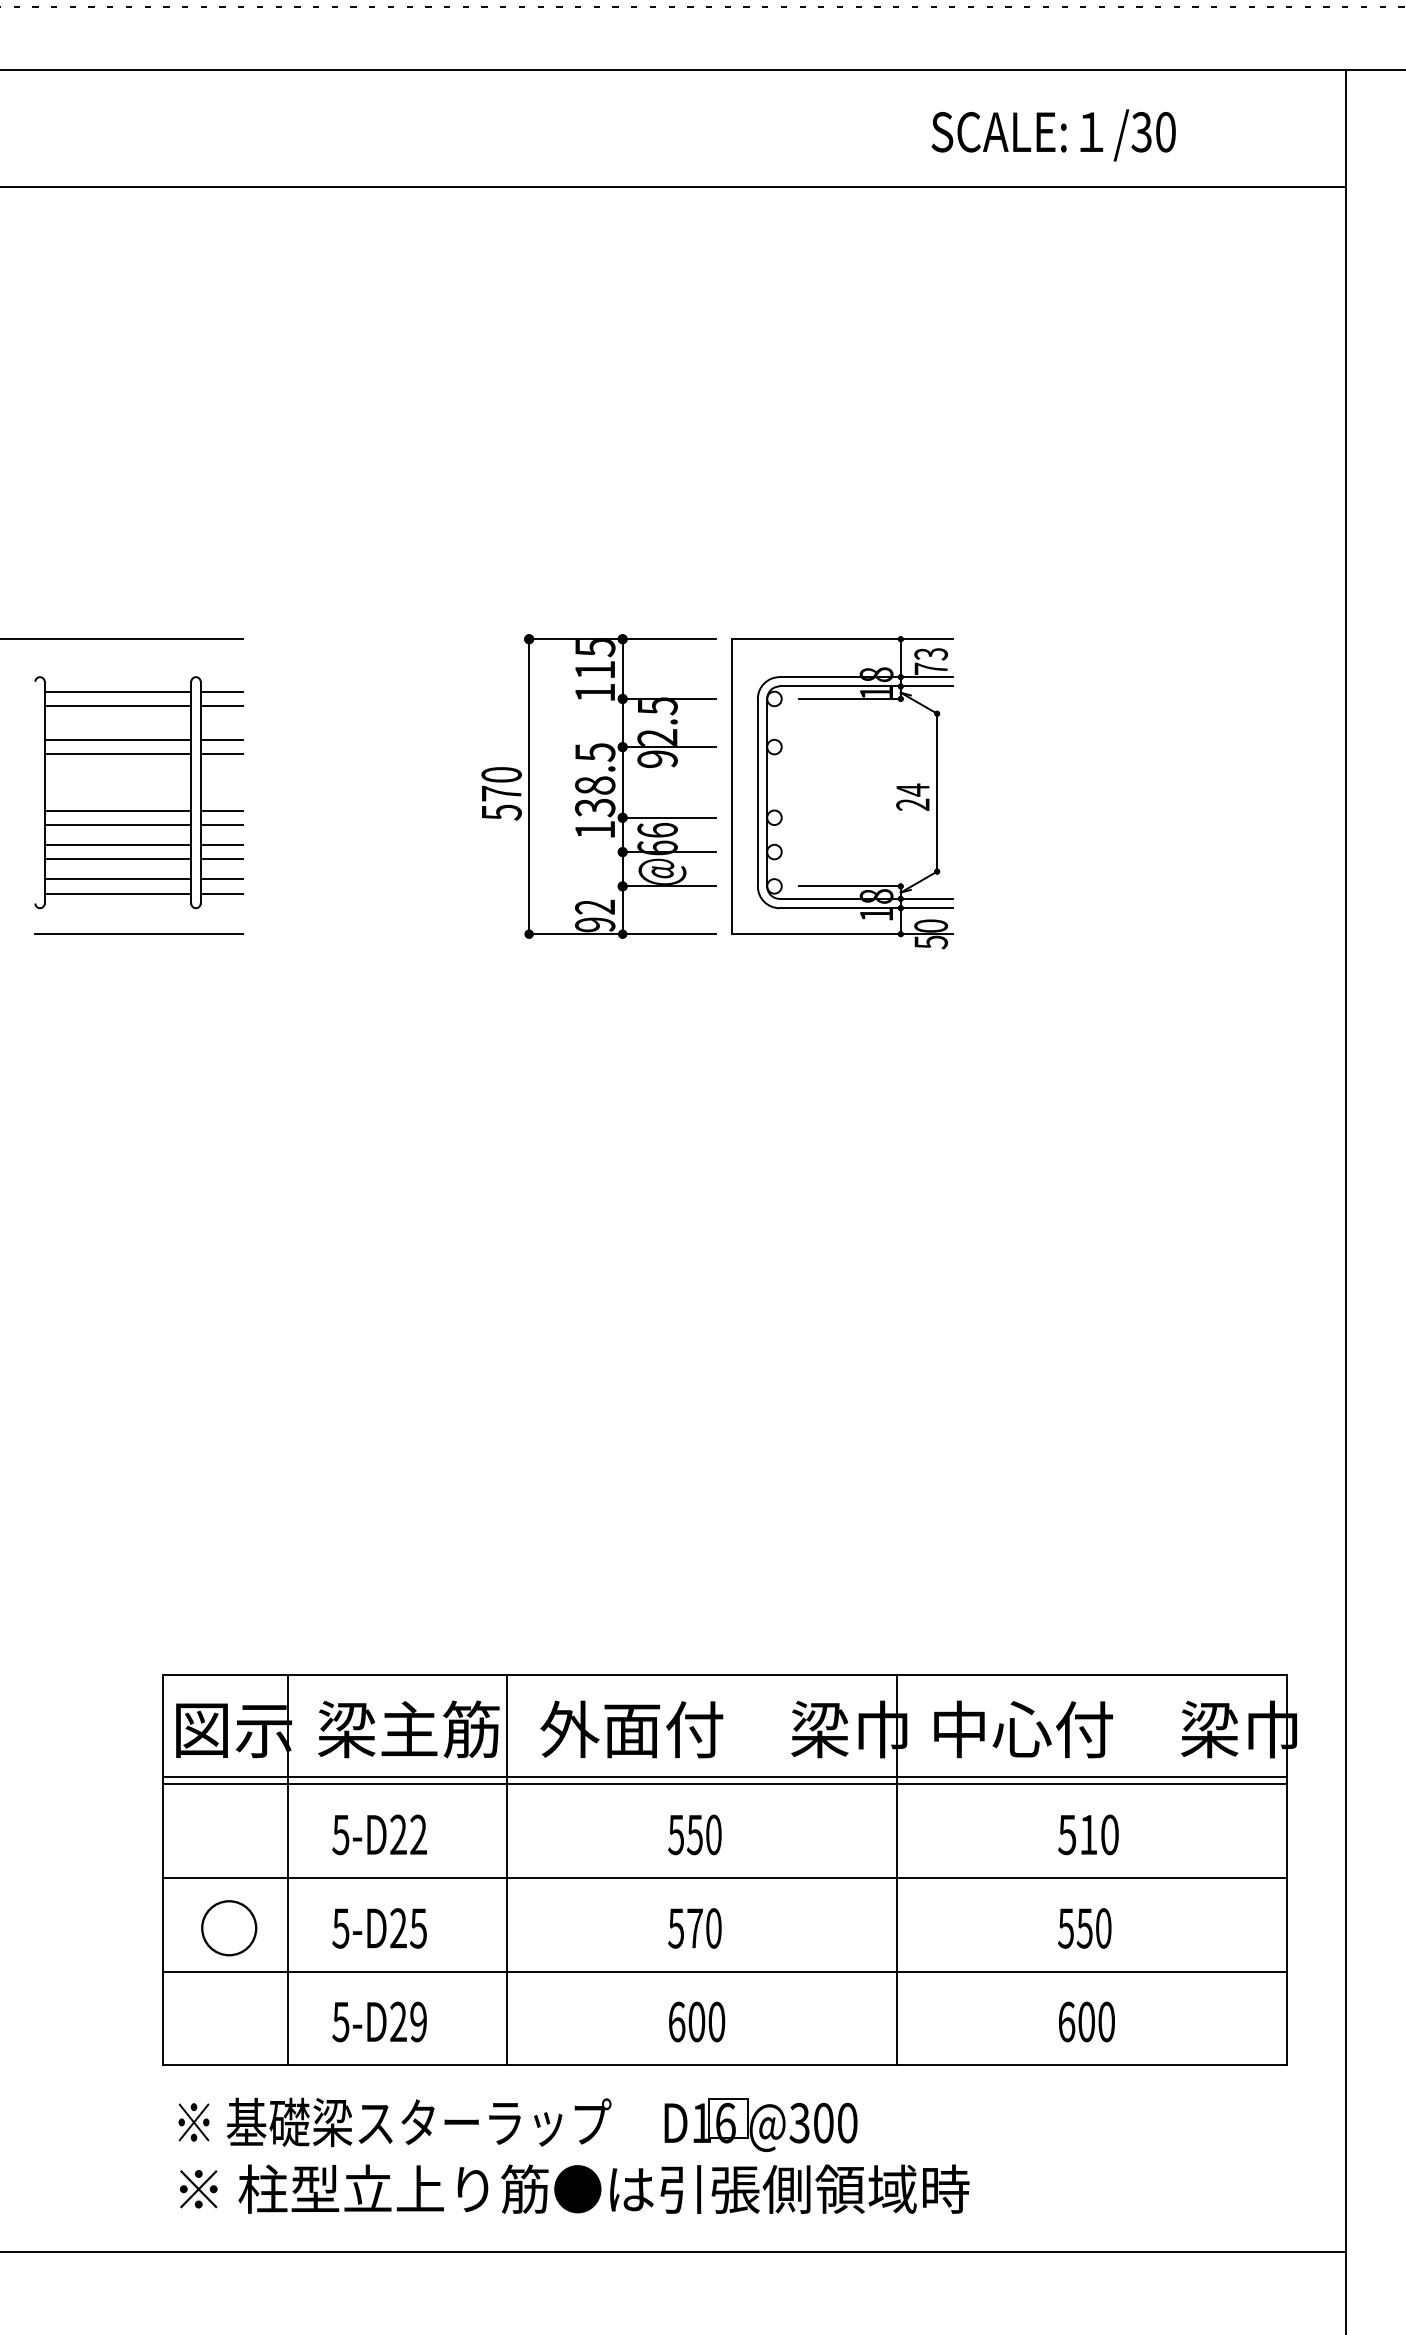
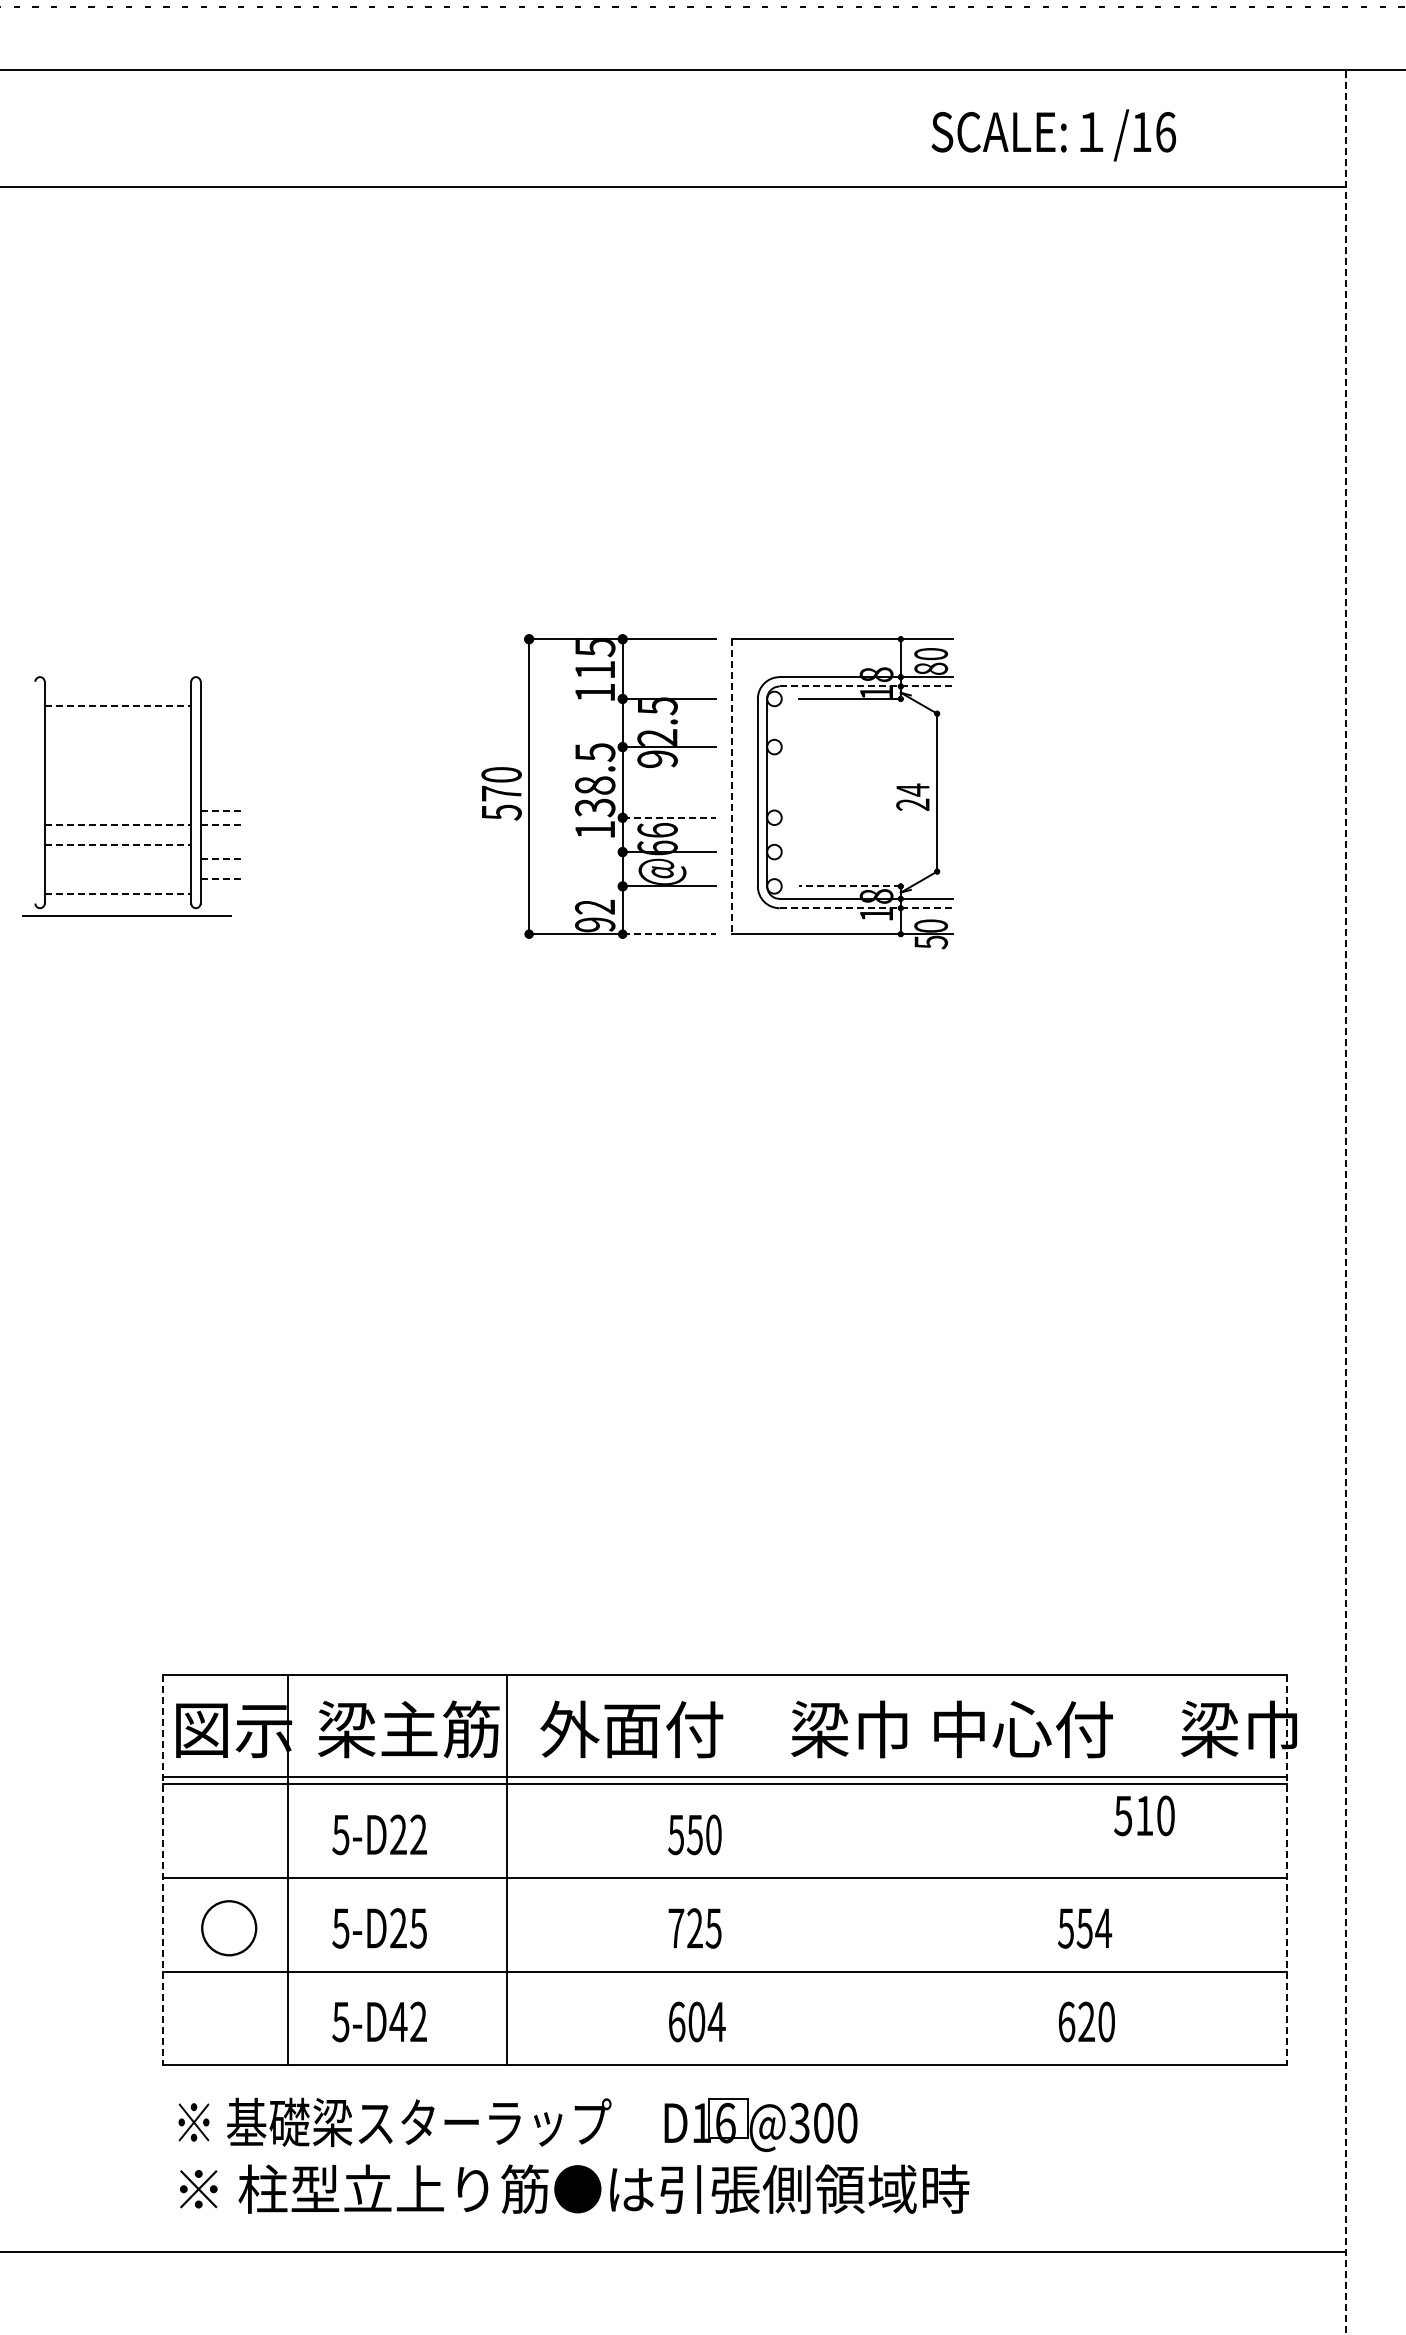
text at (1153, 132): /30 -> /16
line at (122, 639): present -> none
text at (931, 661): 73 -> 80
line at (866, 686): solid -> dashed
line at (117, 691): present -> none
line at (221, 691): present -> none
line at (118, 706): solid -> dashed
line at (221, 706): present -> none
line at (117, 739): present -> none
line at (221, 739): present -> none
line at (117, 754): present -> none
line at (221, 754): present -> none
line at (731, 787): solid -> dashed
line at (117, 810): present -> none
line at (222, 810): solid -> dashed
line at (669, 817): solid -> dashed
line at (118, 825): solid -> dashed
line at (222, 825): solid -> dashed
line at (118, 844): solid -> dashed
line at (221, 844): present -> none
line at (117, 859): present -> none
line at (222, 859): solid -> dashed
line at (117, 879): present -> none
line at (222, 879): solid -> dashed
line at (849, 886): solid -> dashed
line at (118, 893): solid -> dashed
line at (221, 893): present -> none
line at (866, 908): solid -> dashed
line at (138, 933) position: (138, 933) -> (126, 915)
line at (669, 934): solid -> dashed
line at (1345, 1201): solid -> dashed
text at (1088, 1834) position: (1088, 1834) -> (1144, 1815)
line at (162, 1870): solid -> dashed
line at (897, 1870): present -> none
line at (1286, 1870): solid -> dashed
text at (694, 1928): 570 -> 725
text at (1103, 1928): 550 -> 554
text at (407, 2021): 5-D29 -> 5-D42
text at (716, 2021): 600 -> 604
text at (1086, 2021): 600 -> 620
